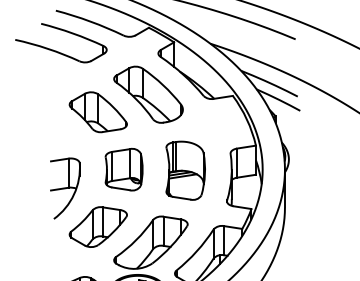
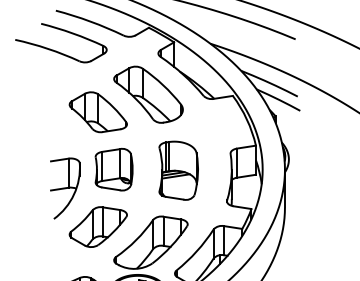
part at (123, 169) position: (123, 169) -> (113, 169)
part at (185, 170) position: (185, 170) -> (178, 170)
